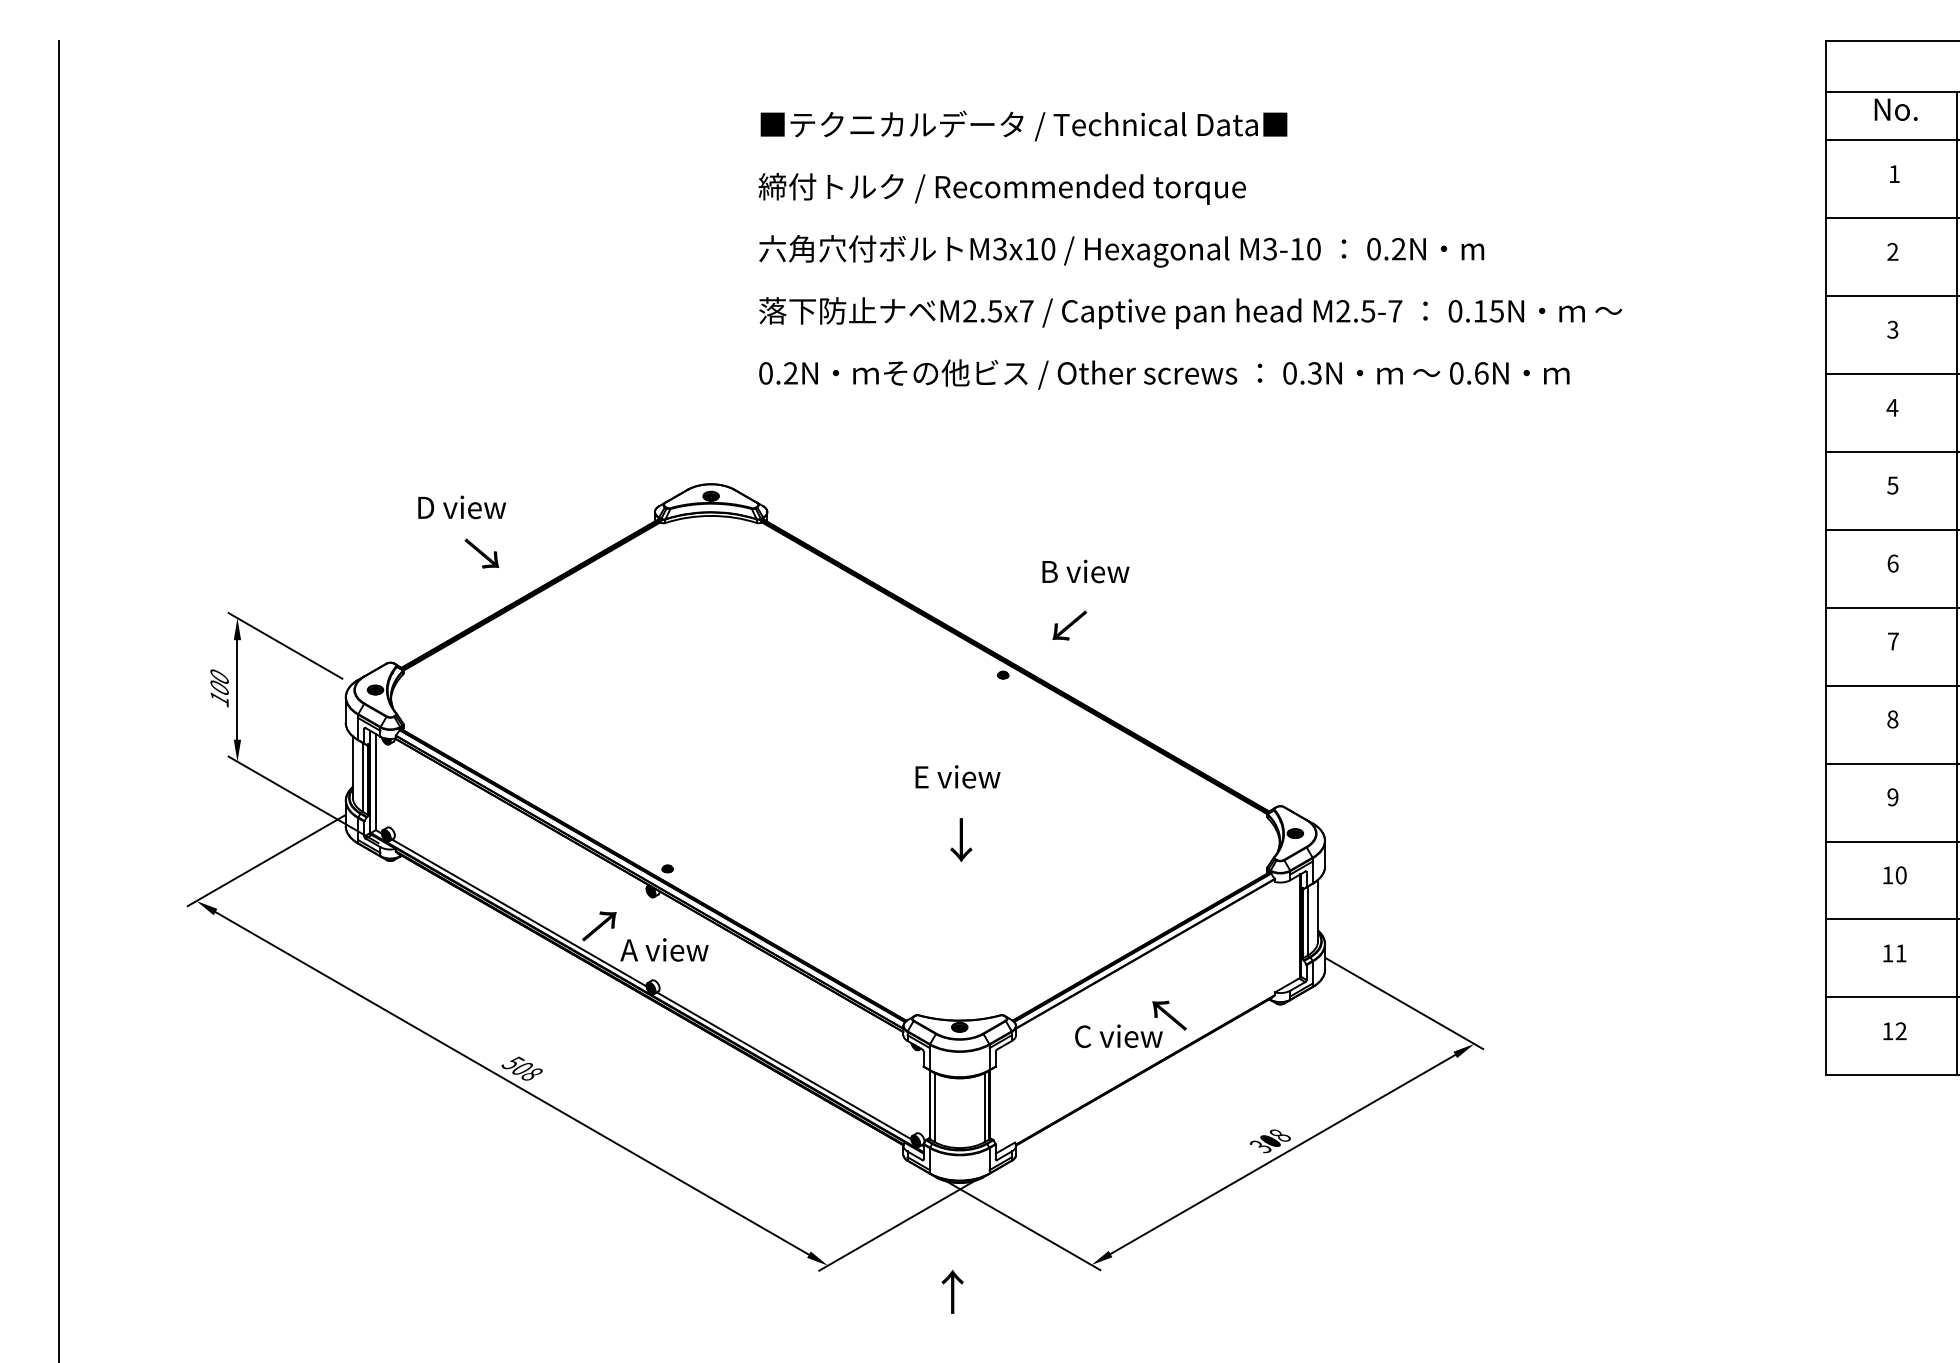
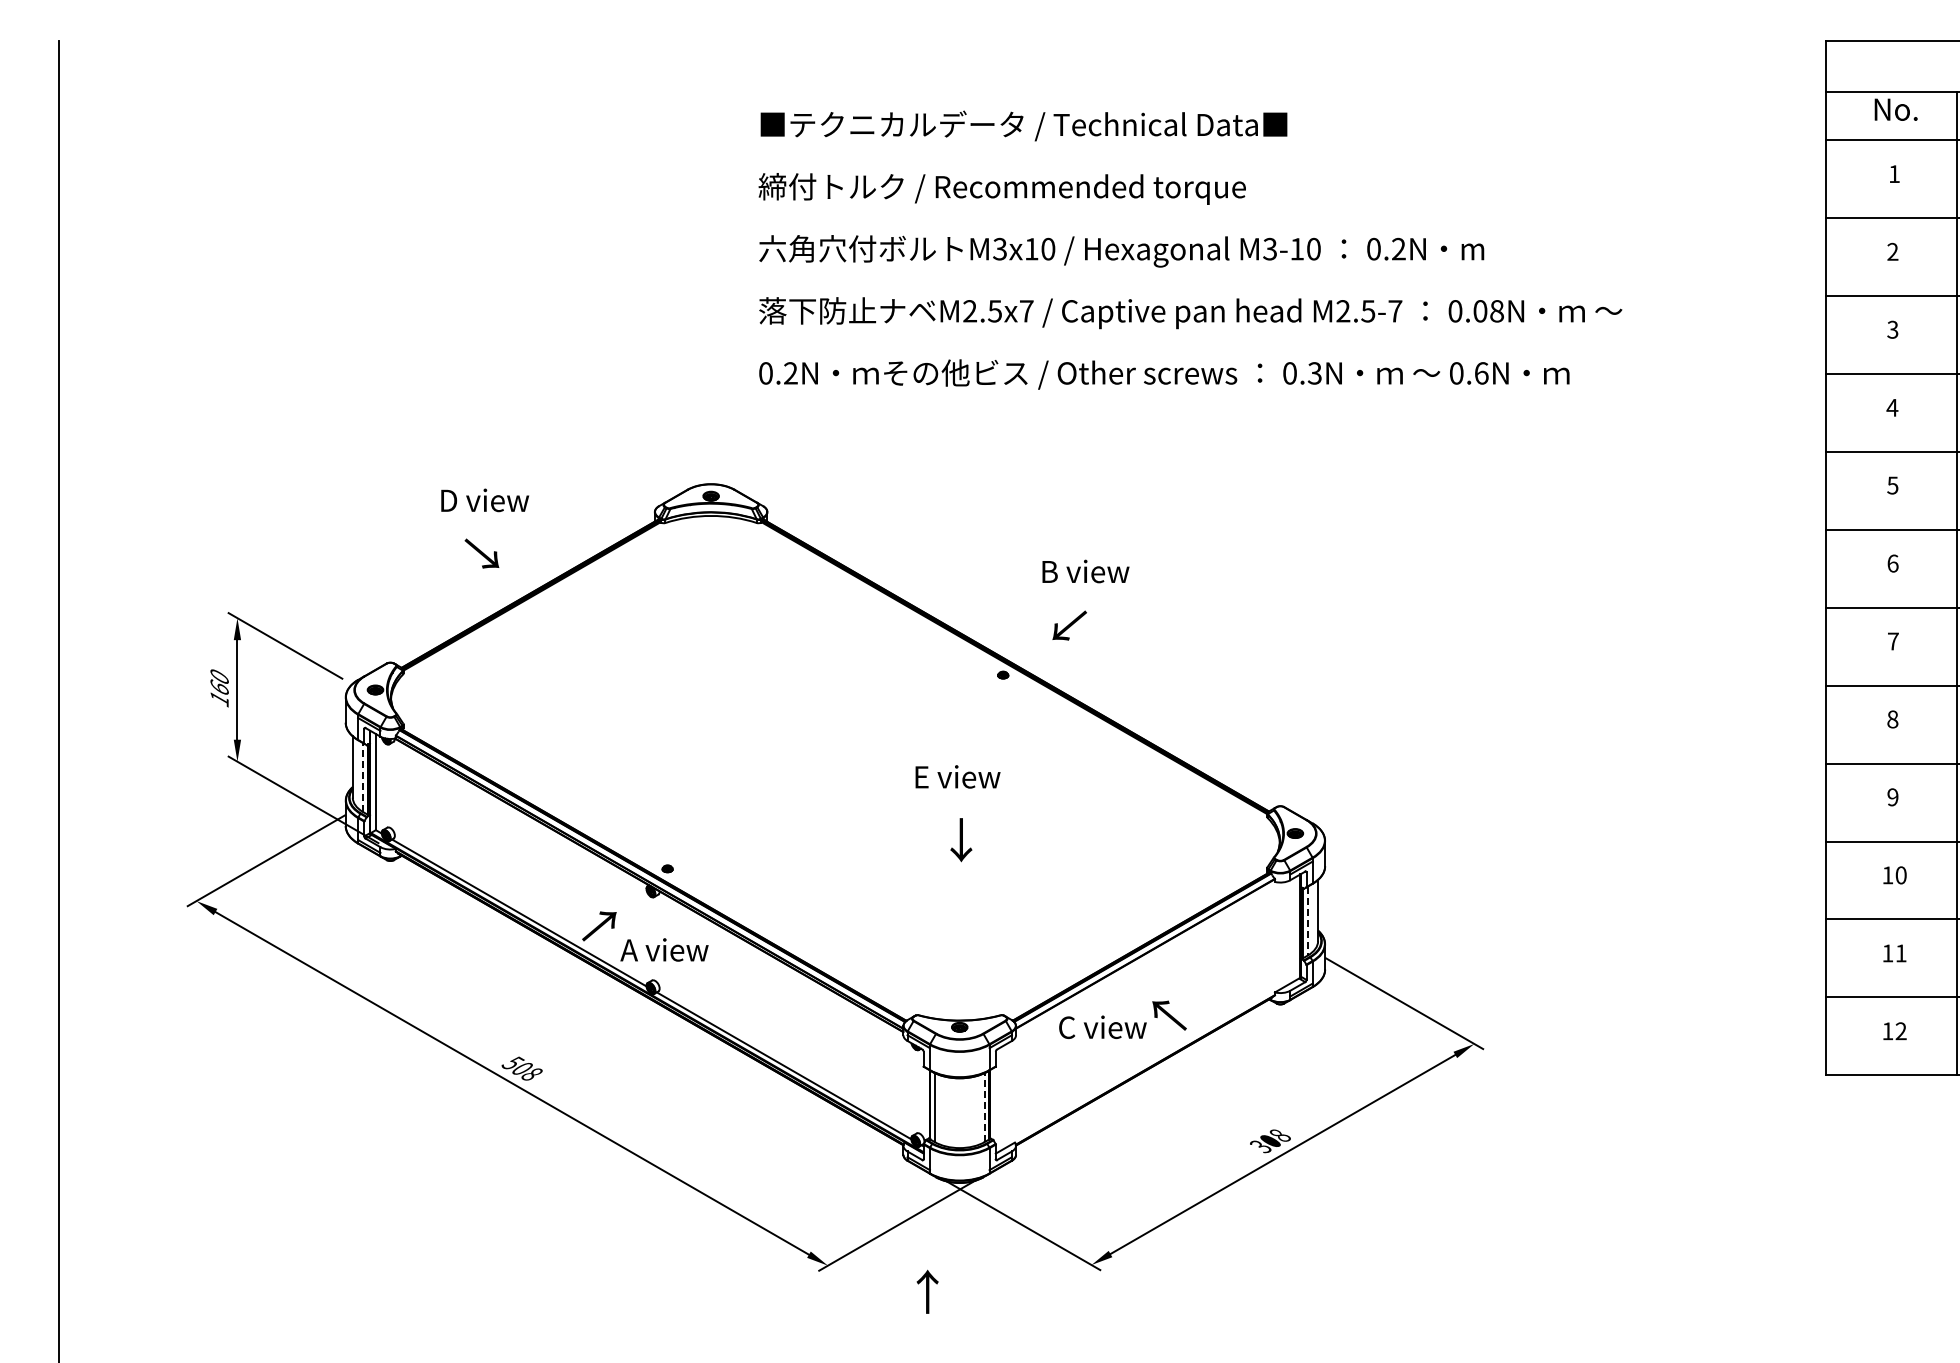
text at (1488, 311): 0.15N -> 0.08N
text at (462, 507) position: (462, 507) -> (485, 500)
text at (219, 686): 100 -> 160
line at (363, 777): solid -> dashed
line at (1307, 921): solid -> dashed
text at (1118, 1035) position: (1118, 1035) -> (1102, 1026)
line at (984, 1107): solid -> dashed
text at (952, 1291) position: (952, 1291) -> (927, 1291)
